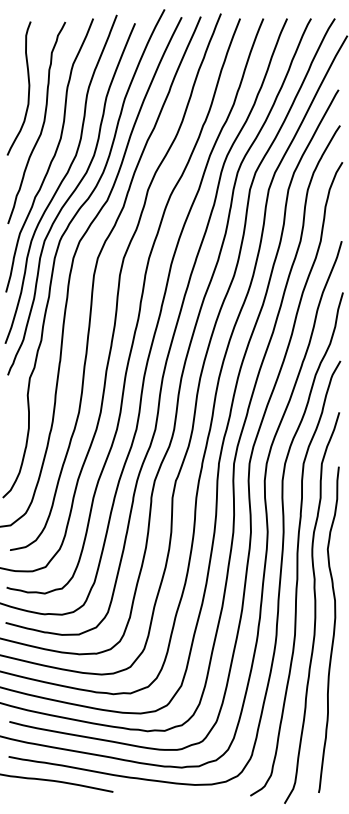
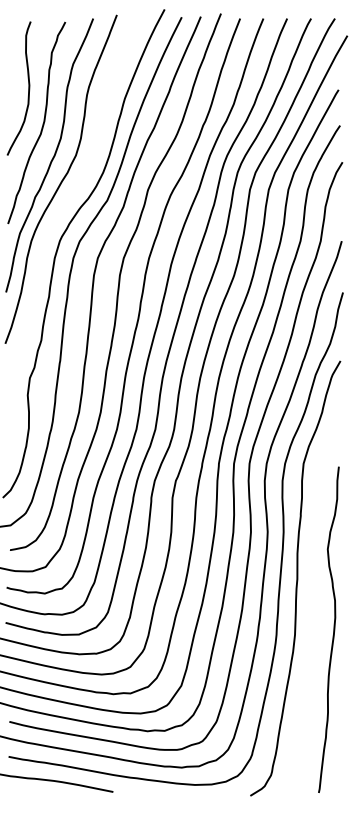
curve at (69, 199): present -> none
curve at (314, 607): present -> none
